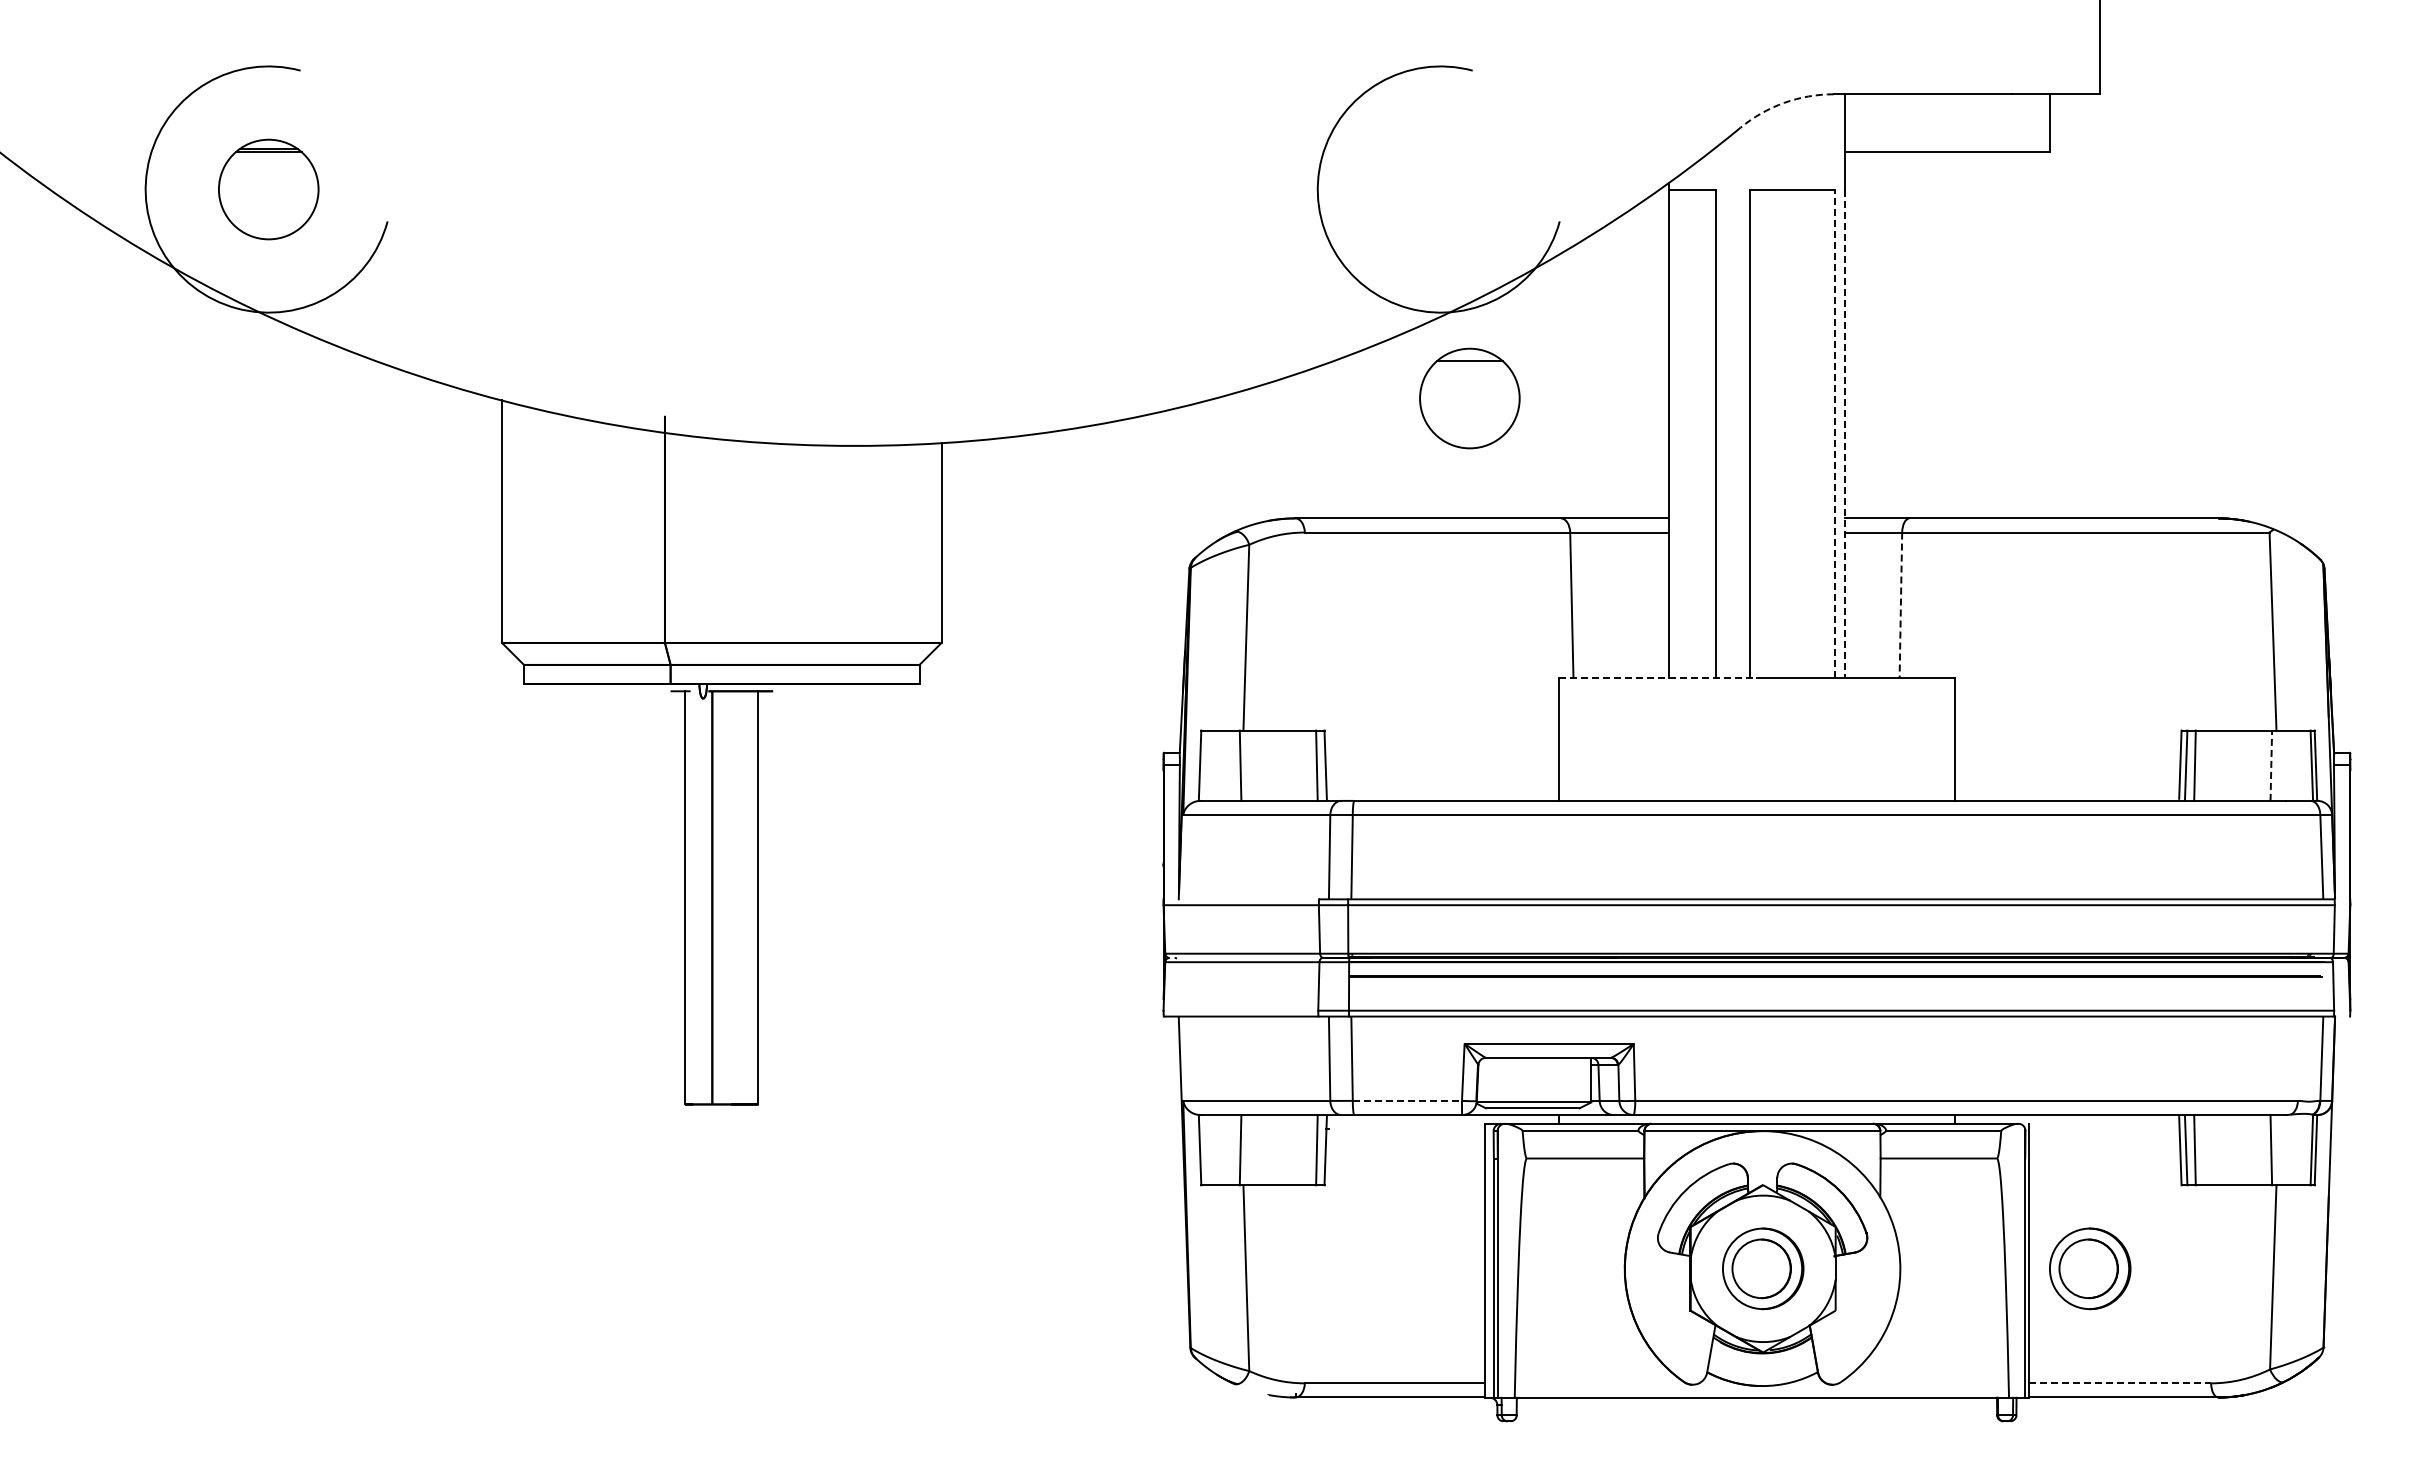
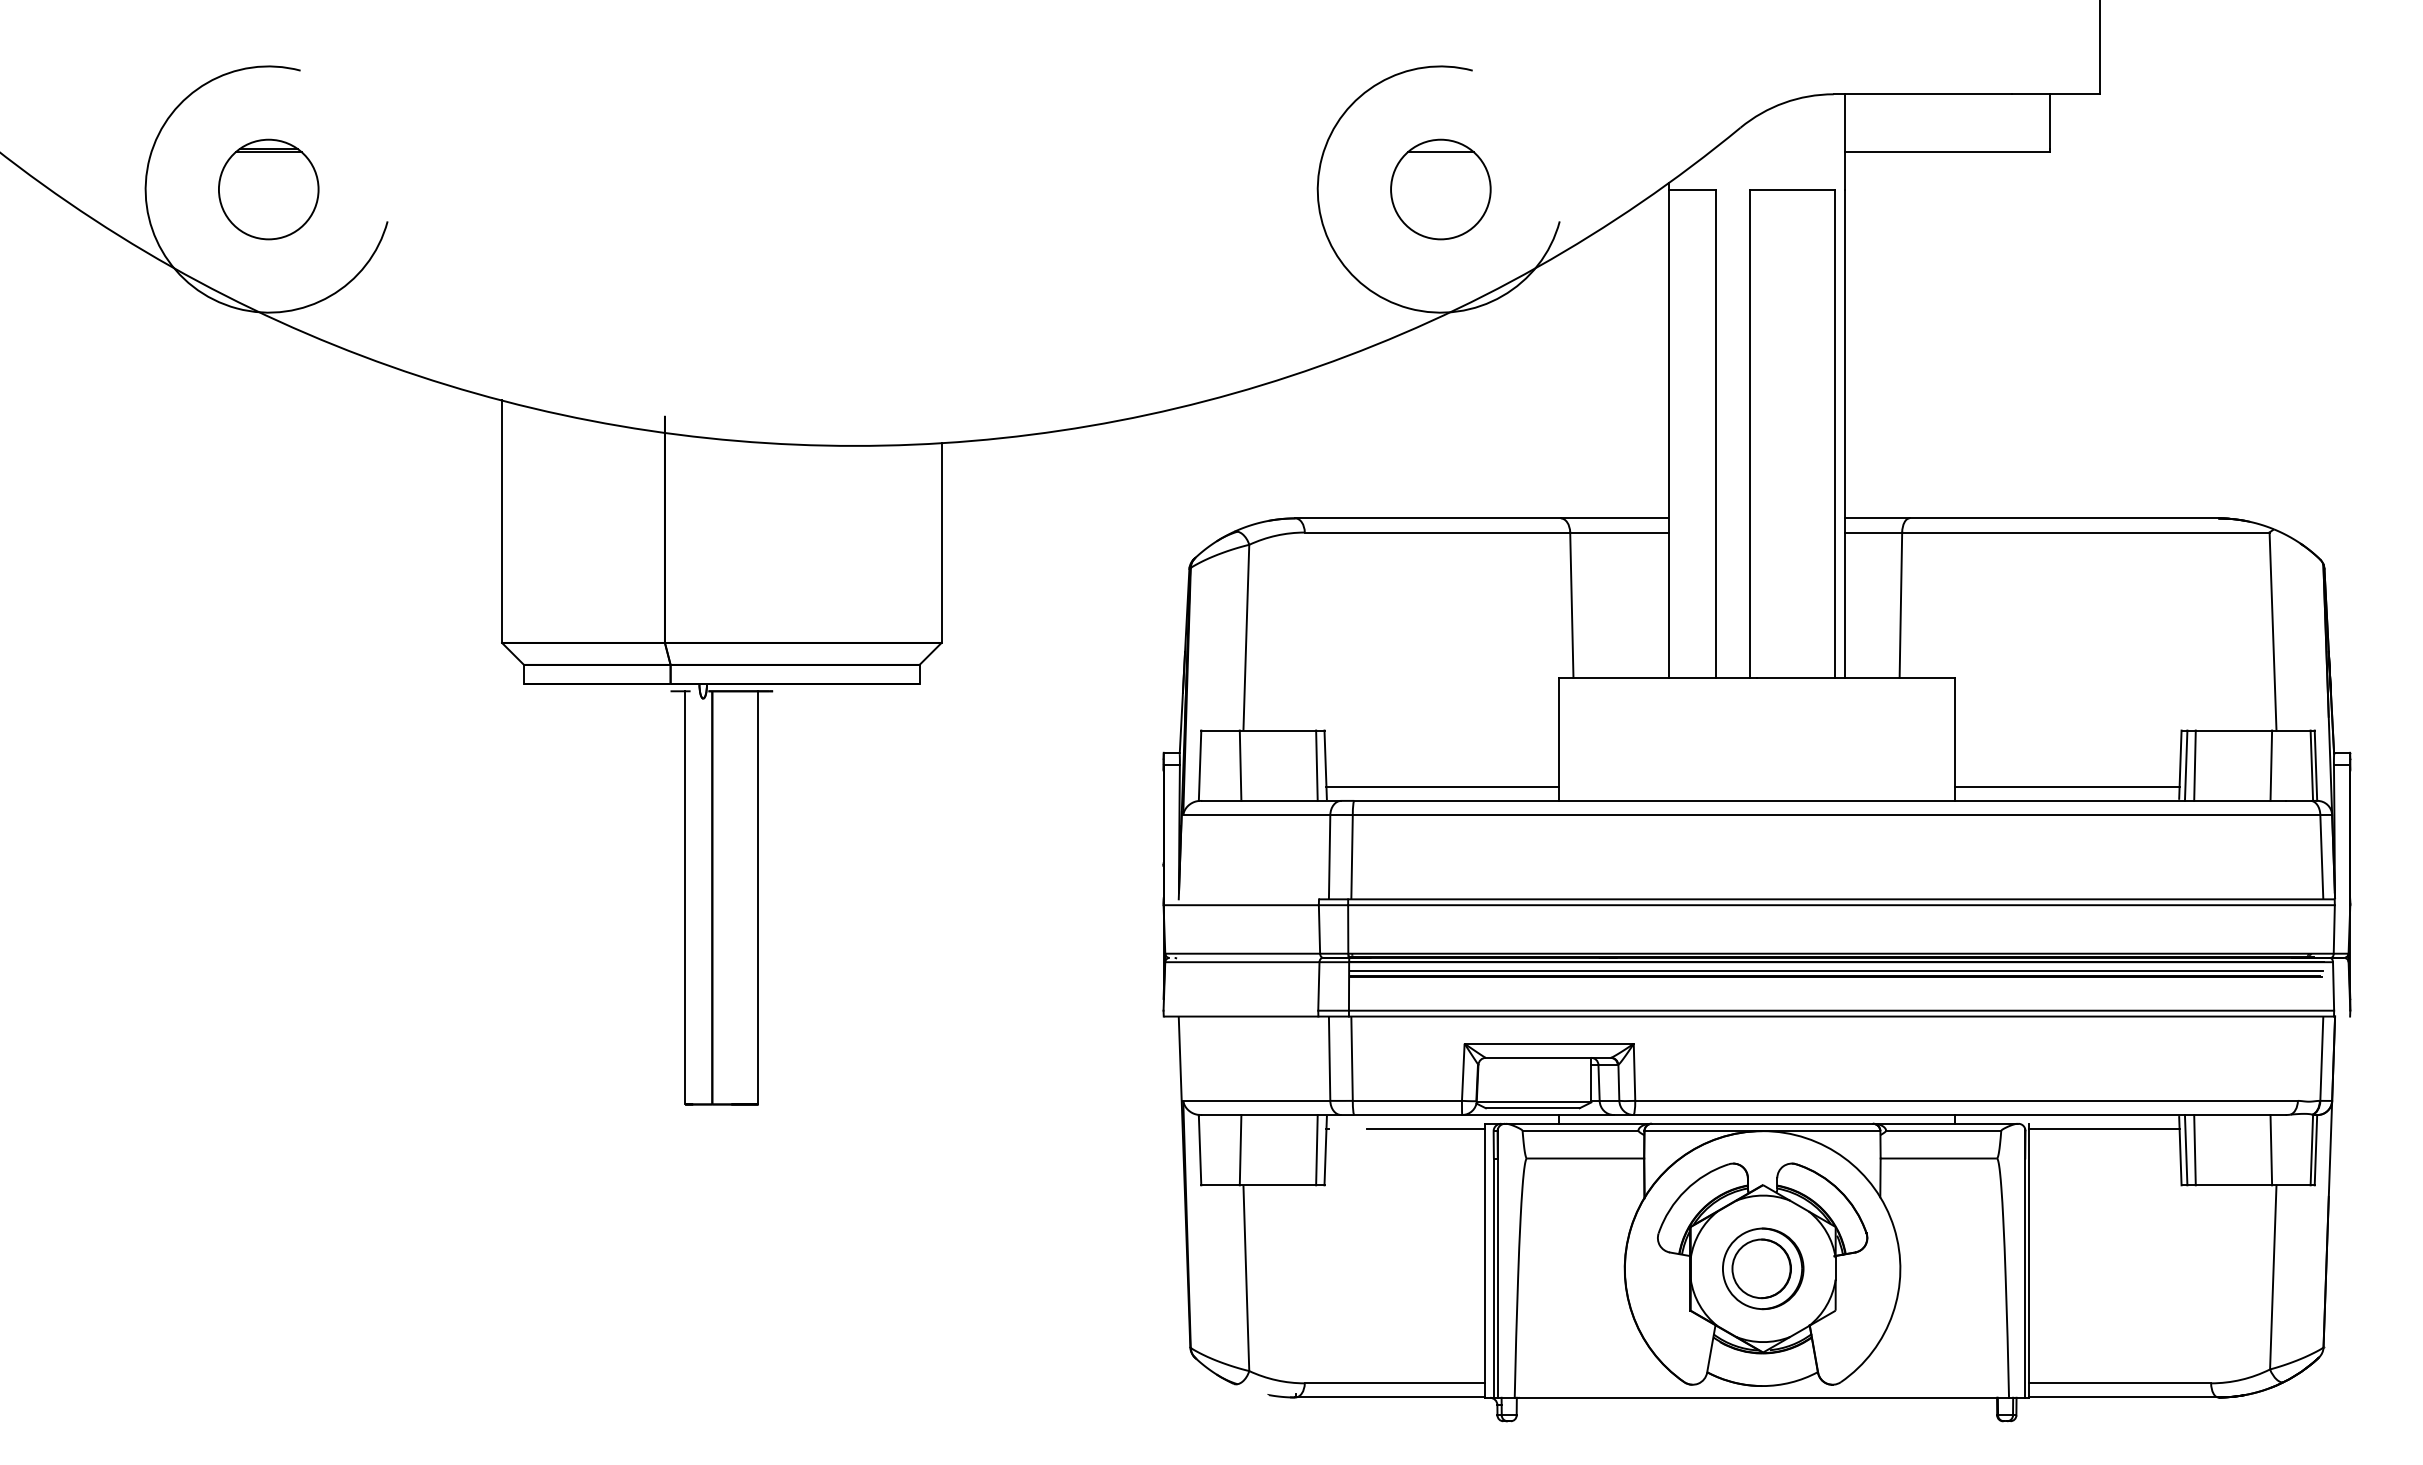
arc at (1784, 102): dashed -> solid
part at (1469, 398) position: (1469, 398) -> (1440, 189)
line at (1834, 434): dashed -> solid
line at (1844, 434): dashed -> solid
line at (1900, 605): dashed -> solid
line at (1658, 677): dashed -> solid
line at (2271, 765): dashed -> solid
line at (1442, 786): none -> present
line at (2067, 786): none -> present
line at (1836, 971): none -> present
line at (1407, 1100): dashed -> solid
line at (1425, 1129): none -> present
line at (2103, 1129): none -> present
part at (2090, 1268): present -> none
line at (2120, 1383): dashed -> solid
